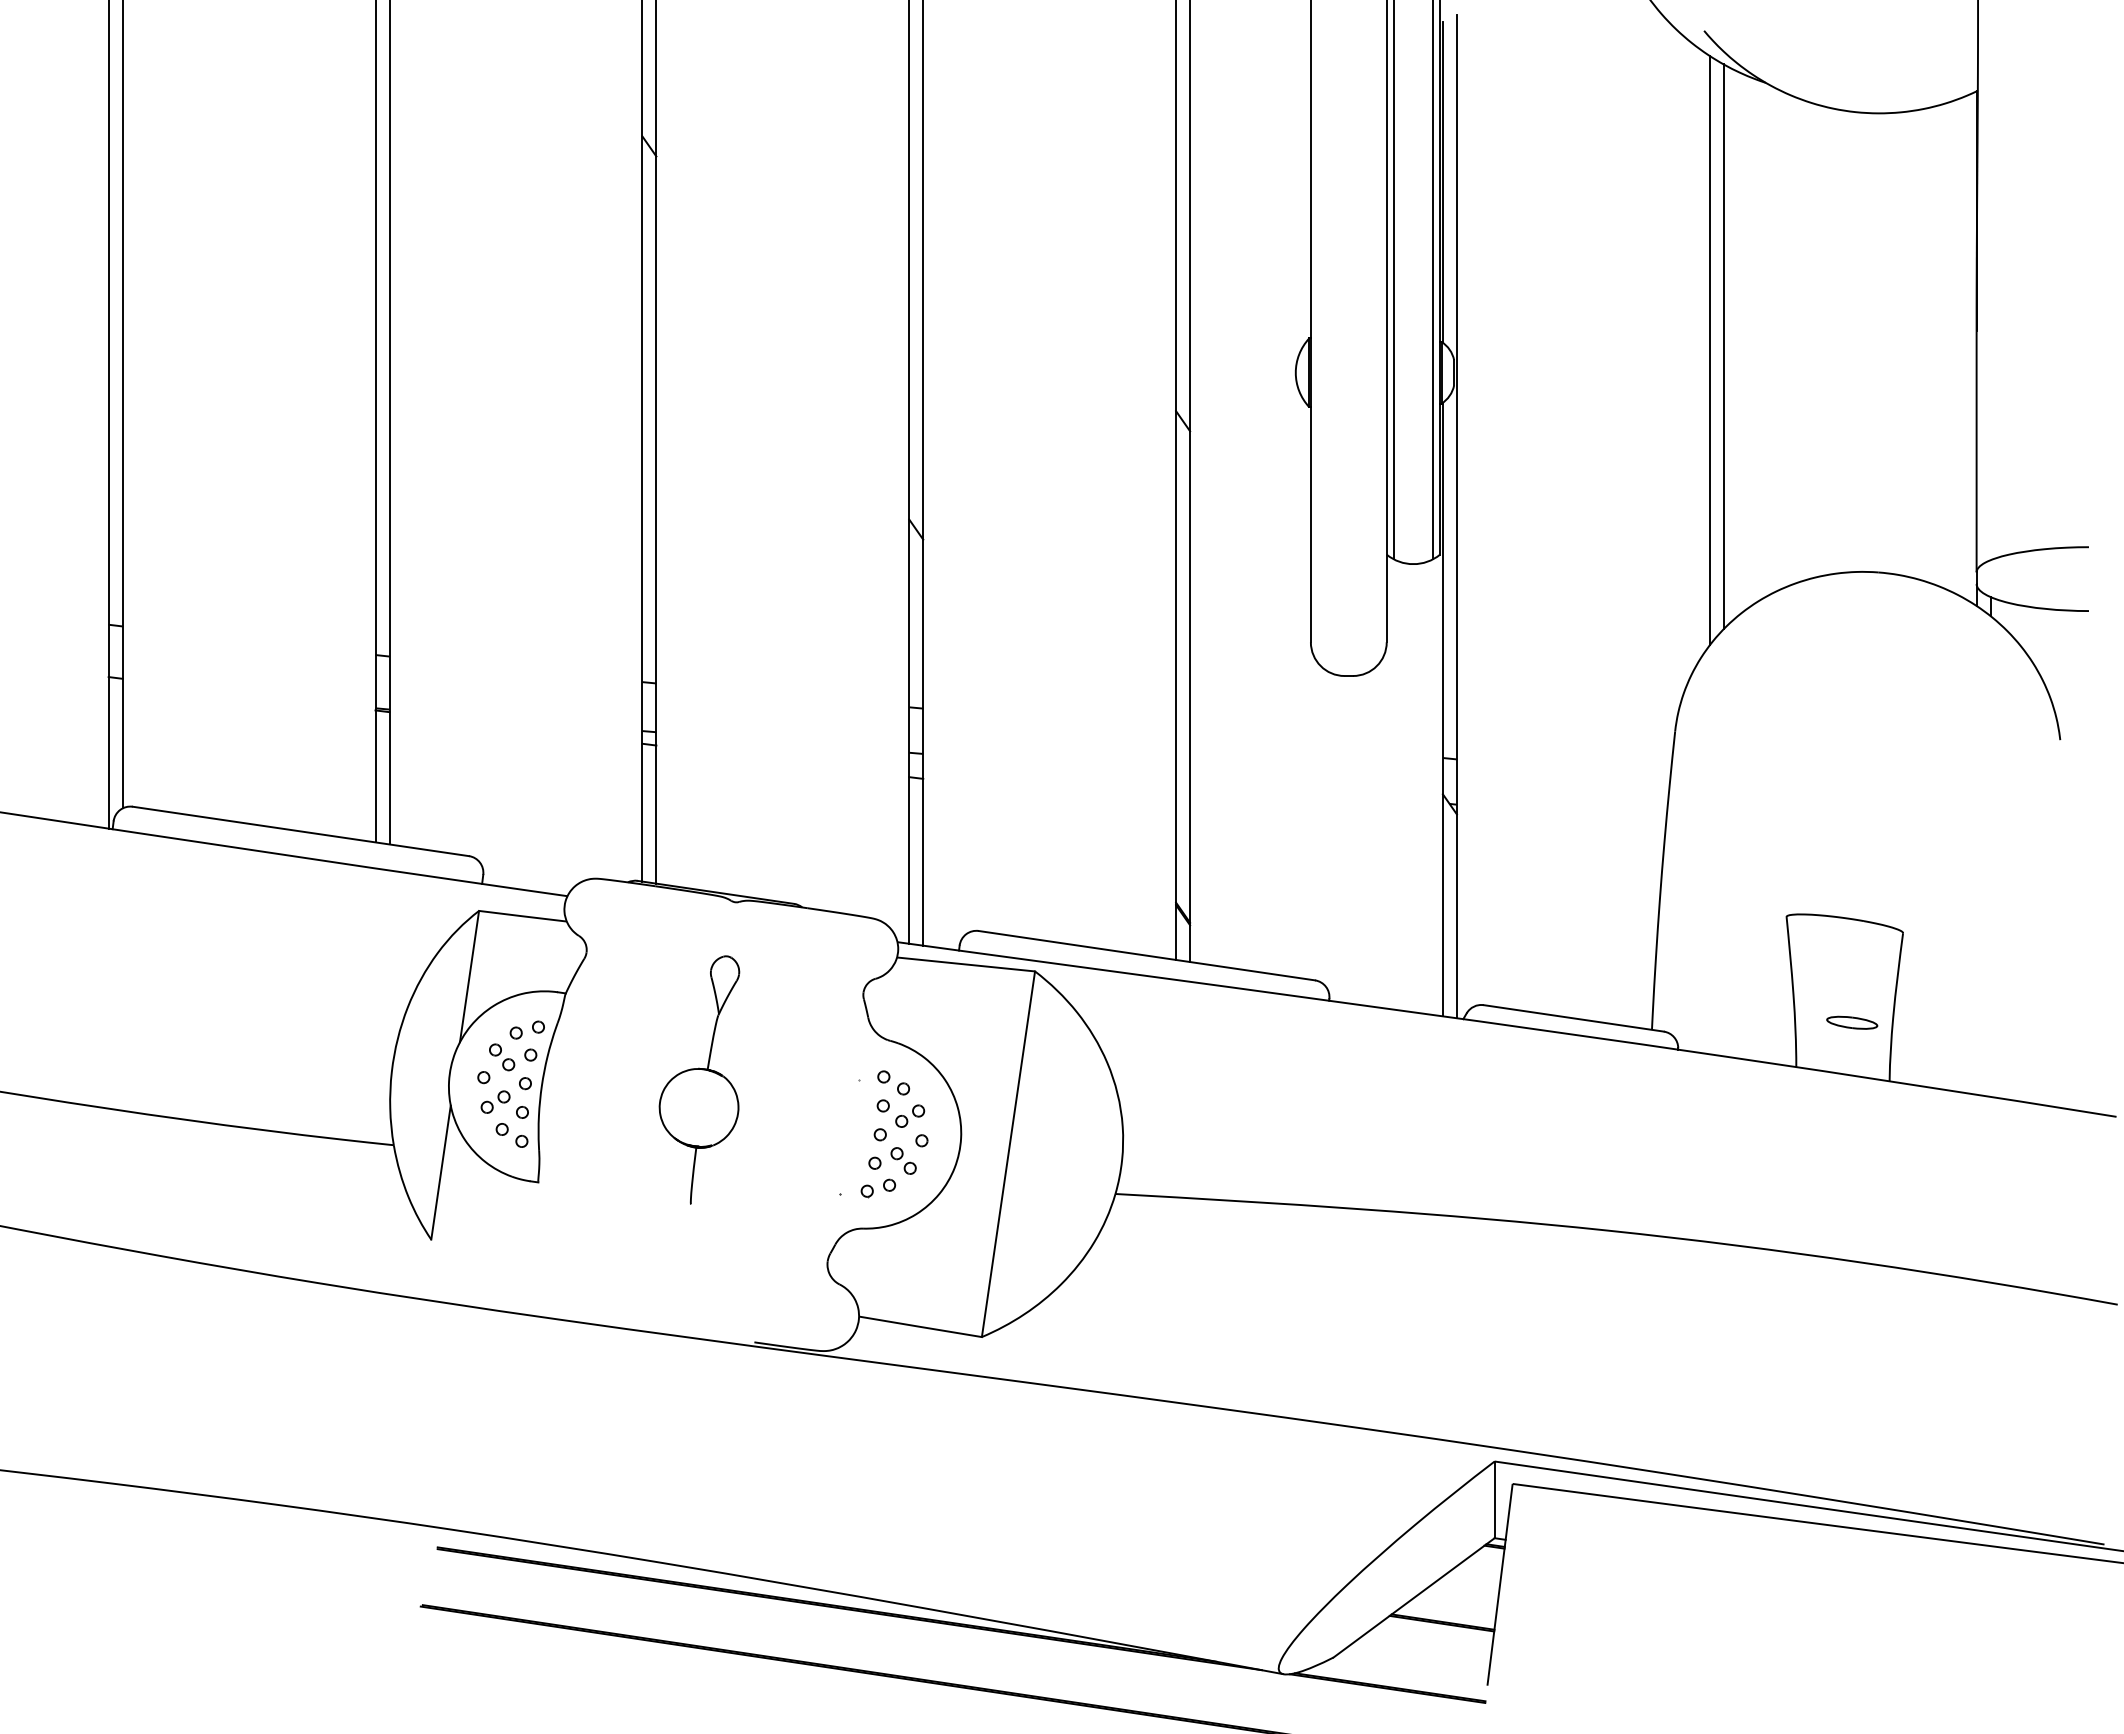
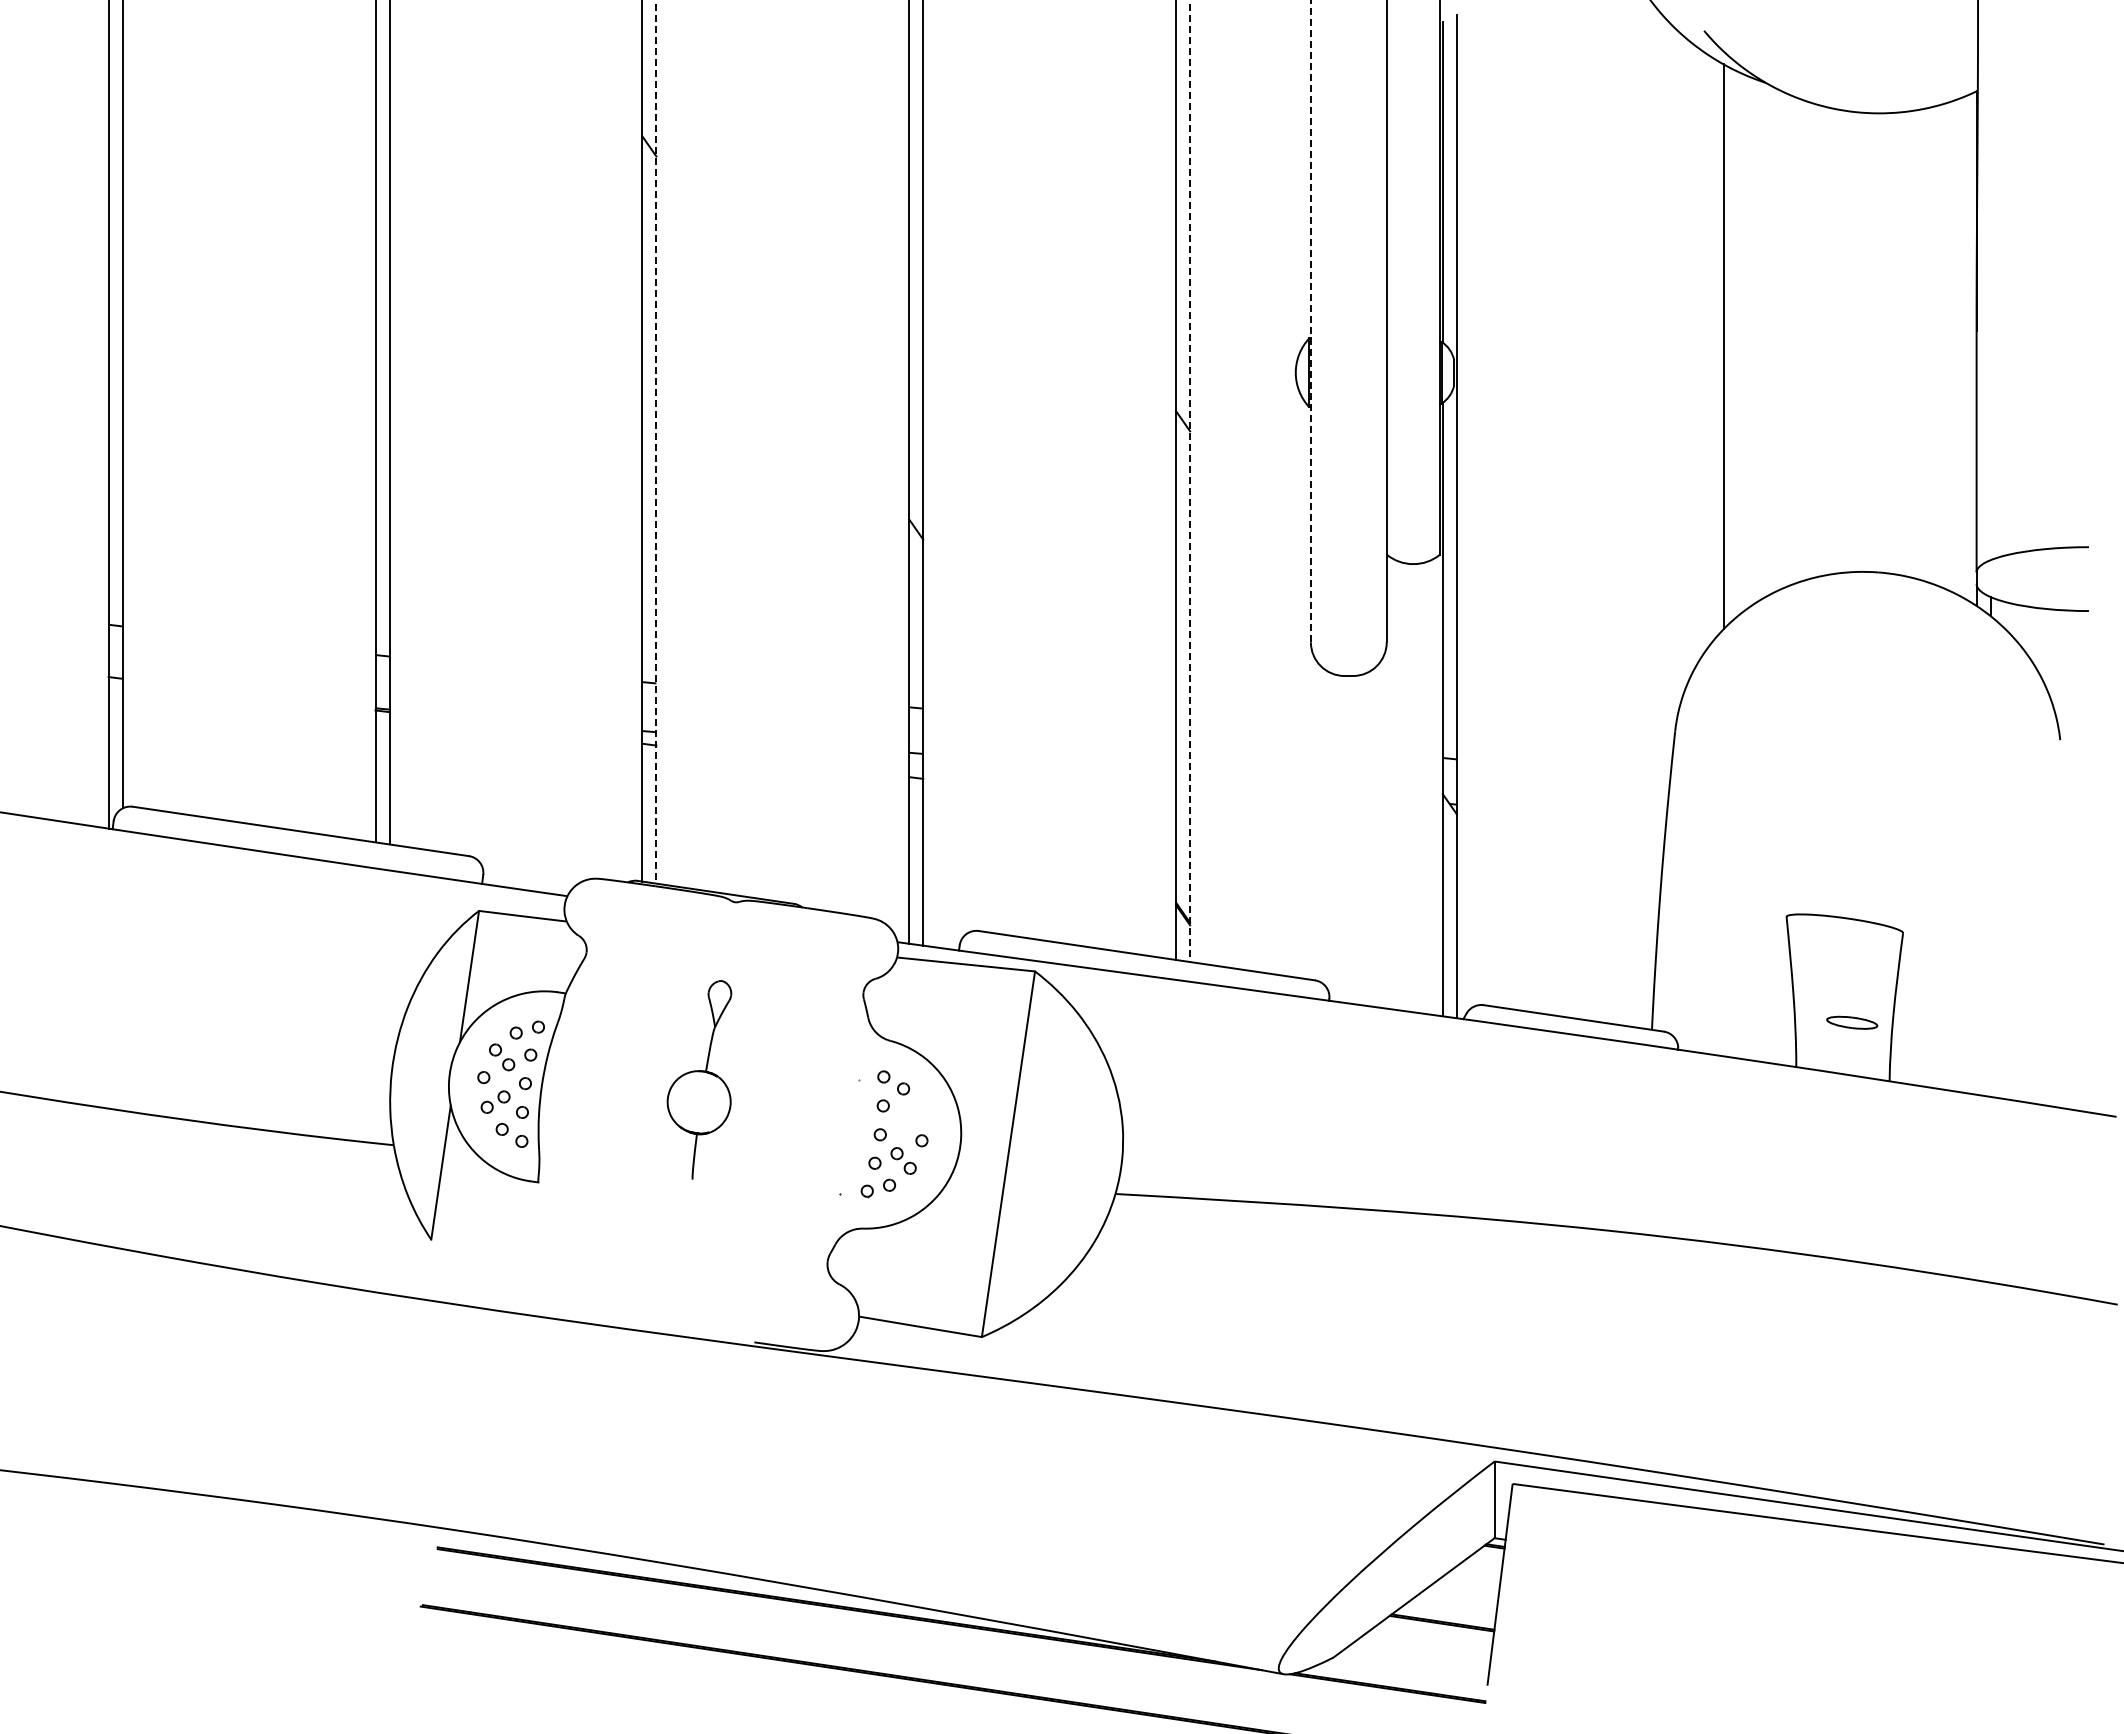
line at (1393, 280): present -> none
line at (1433, 280): present -> none
line at (1310, 321): solid -> dashed
line at (1709, 350): present -> none
line at (656, 442): solid -> dashed
line at (1190, 481): solid -> dashed
part at (699, 1079) size: 83x250 px -> 67x200 px
part at (910, 1115): present -> none
